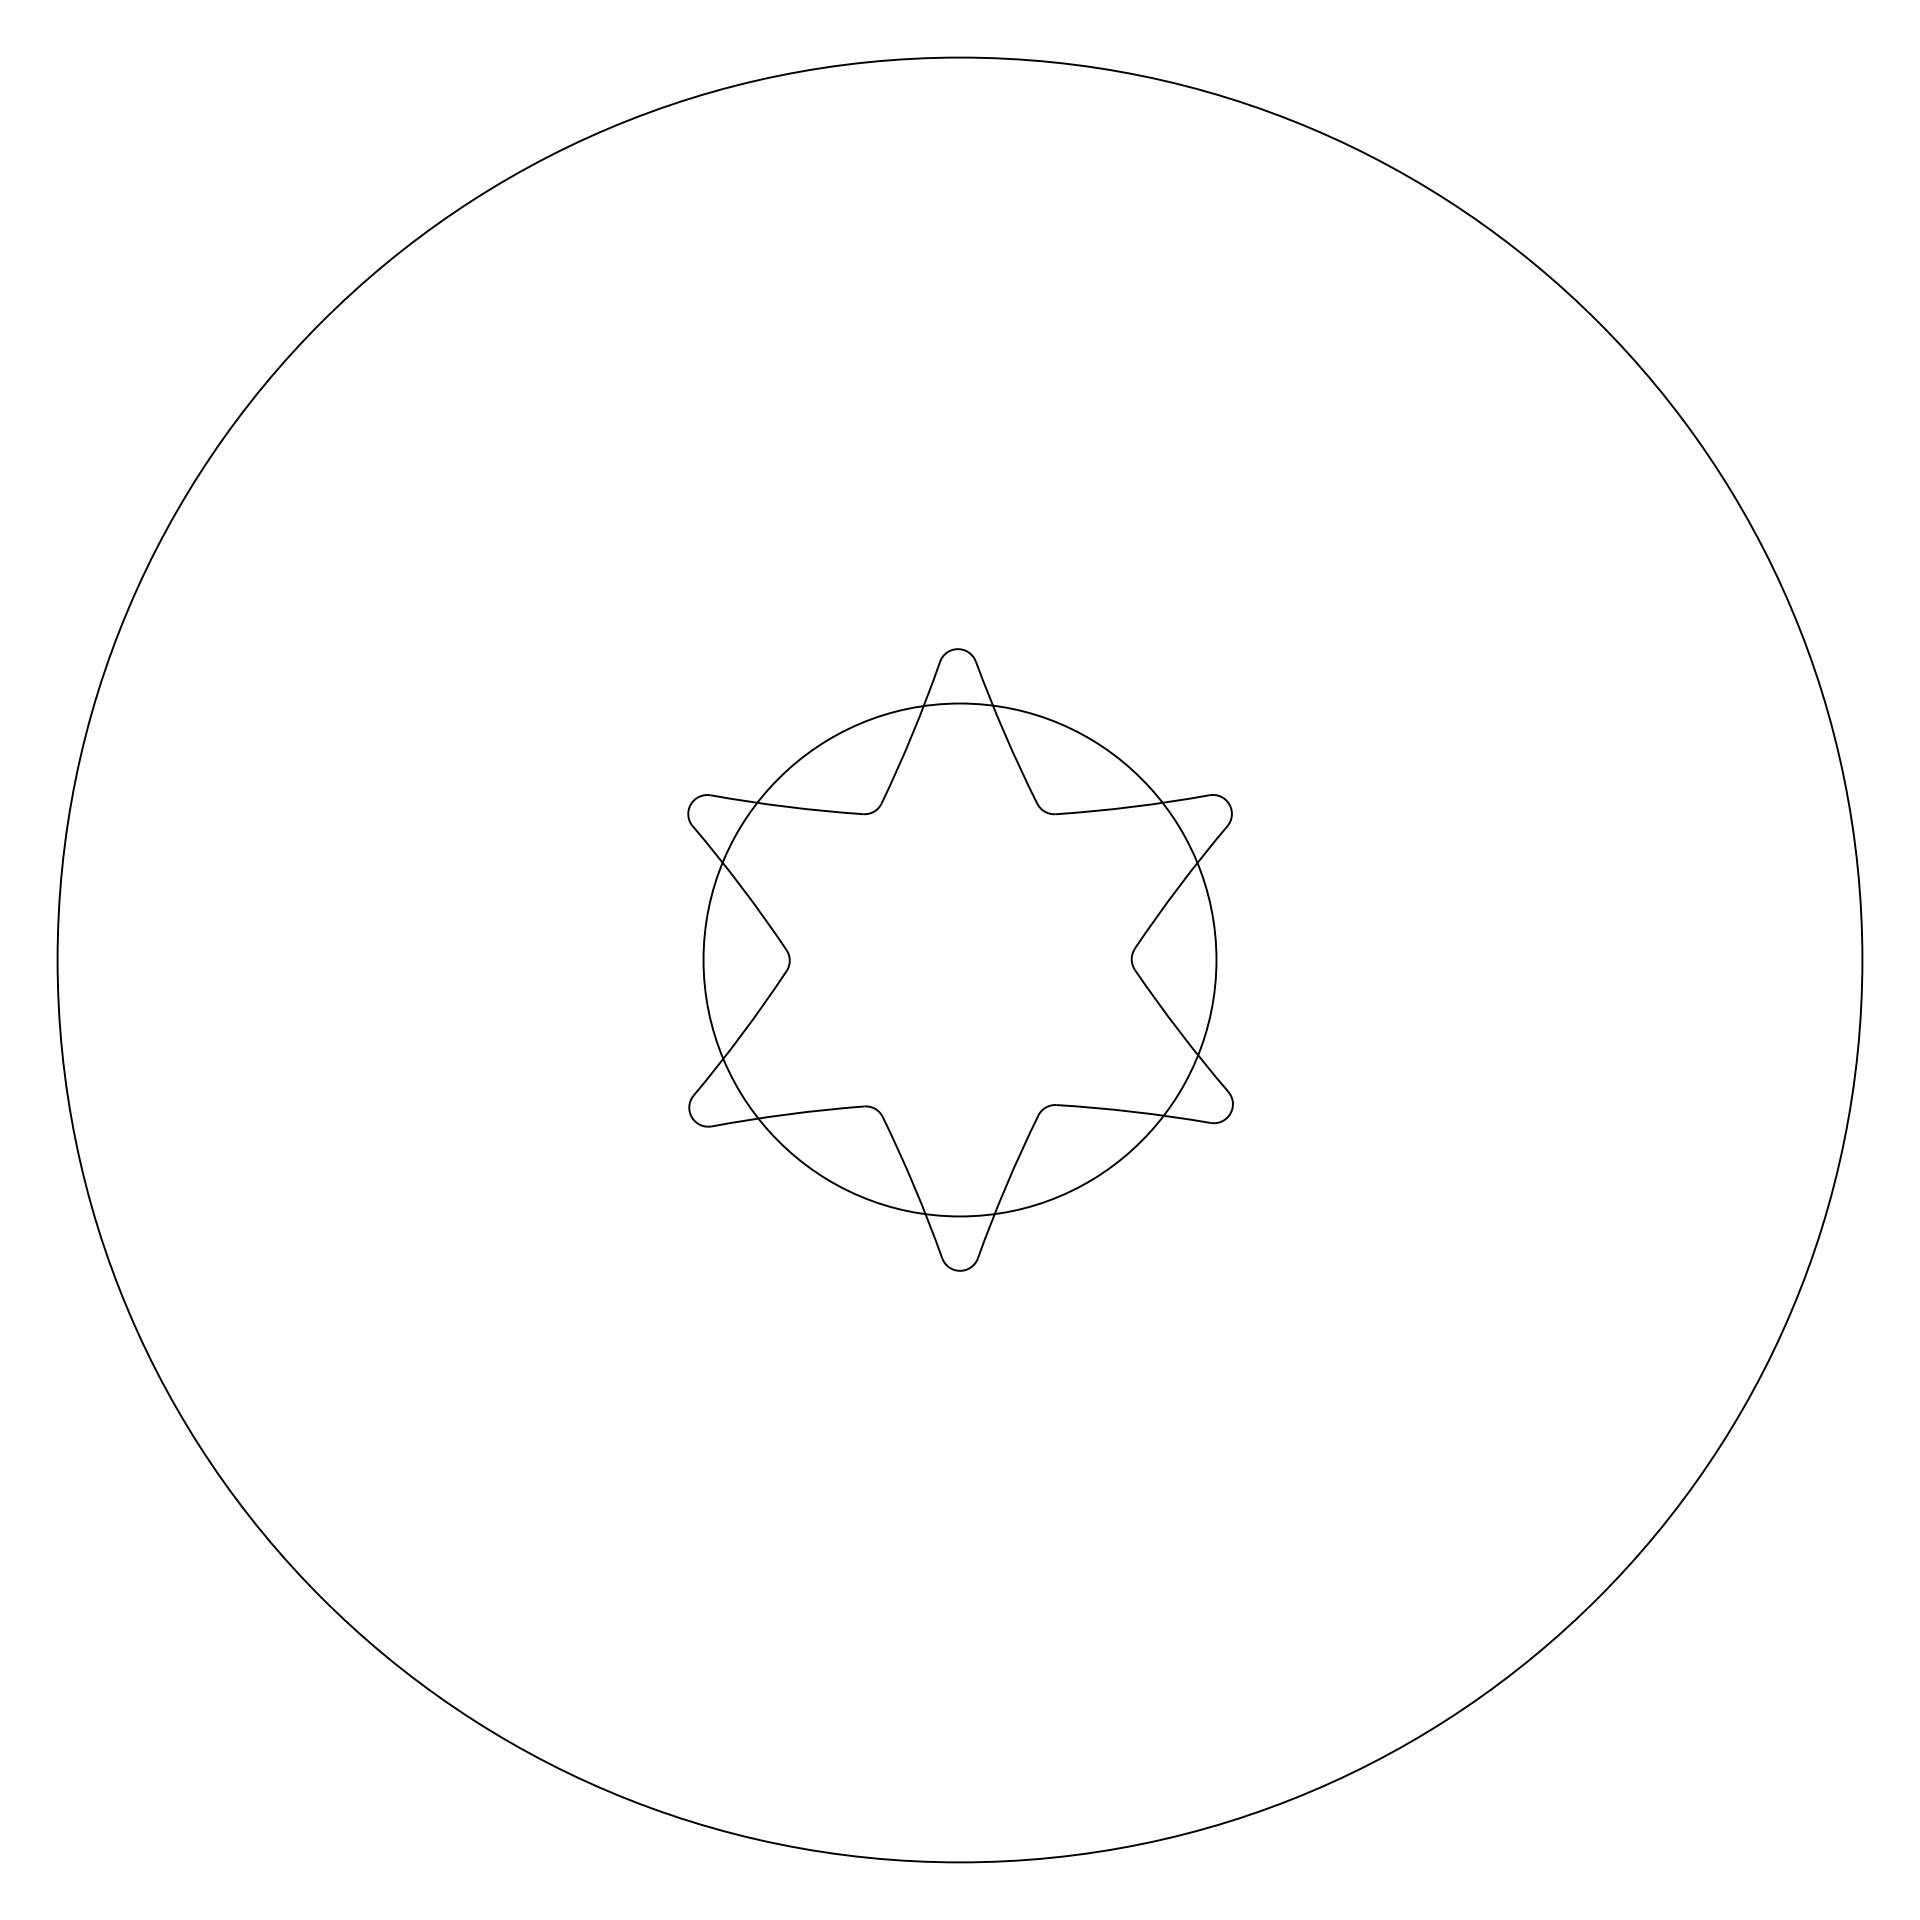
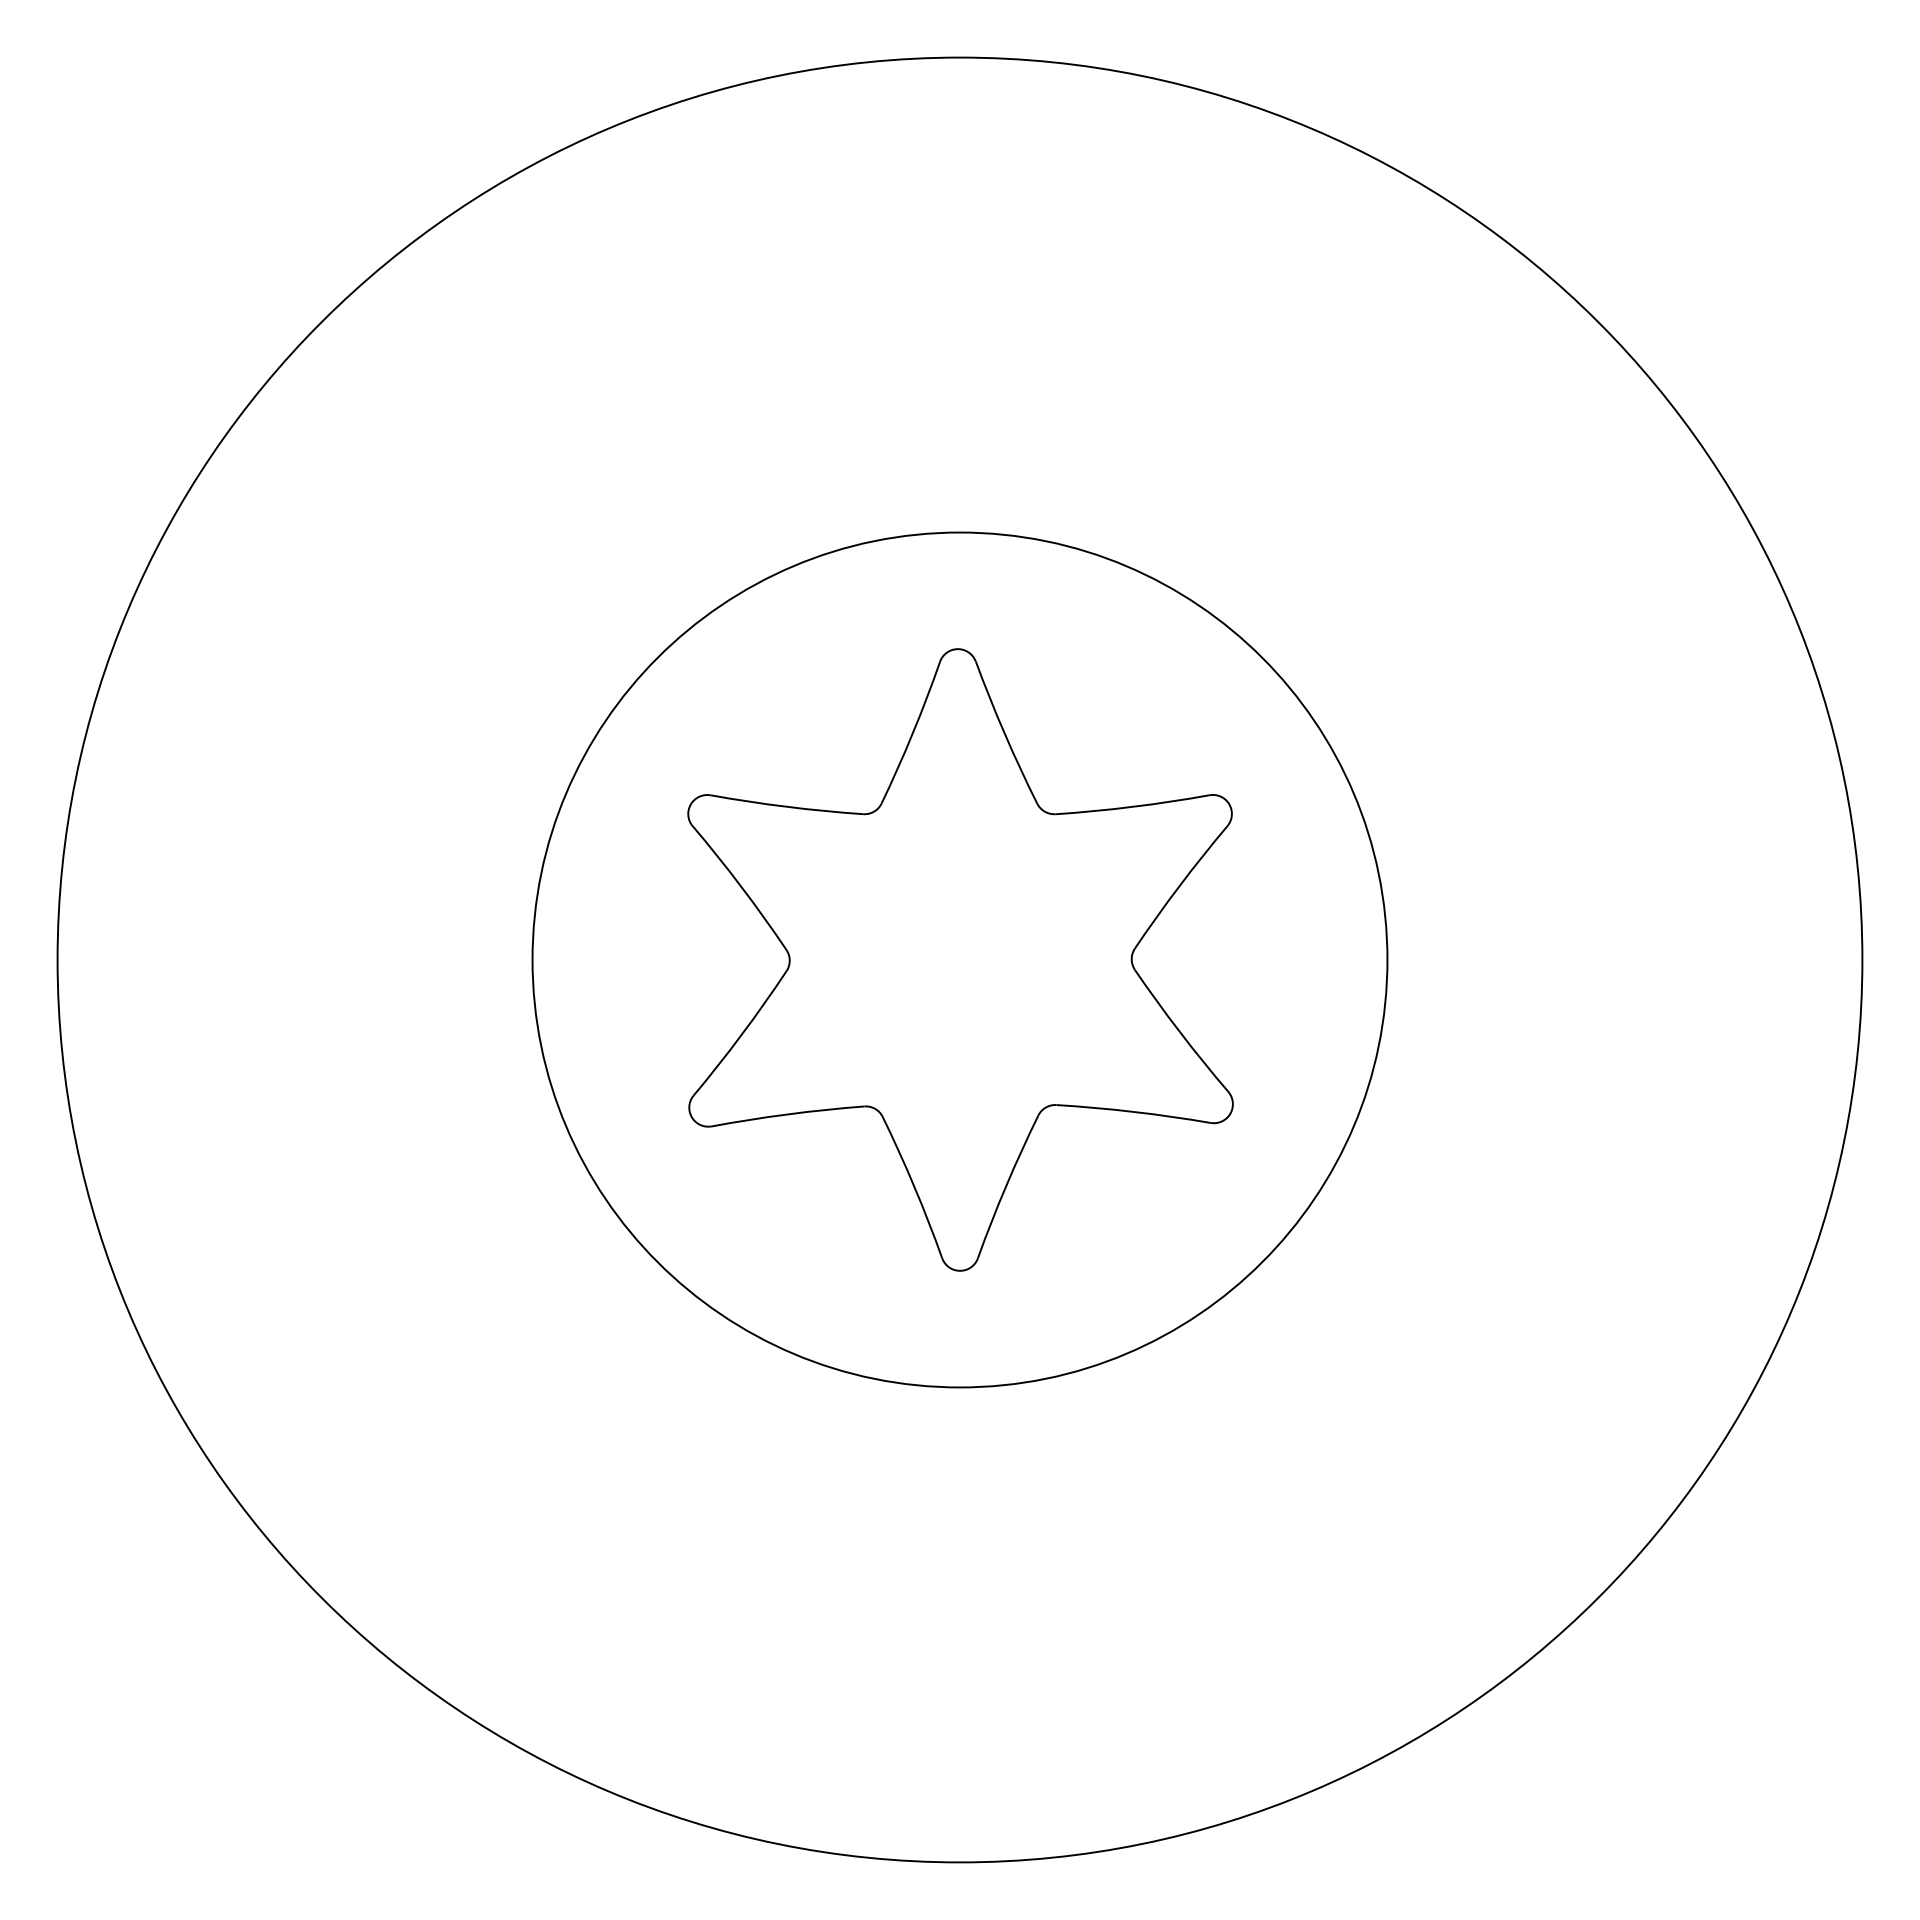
circle at (959, 959) diameter: 513 px -> 855 px
